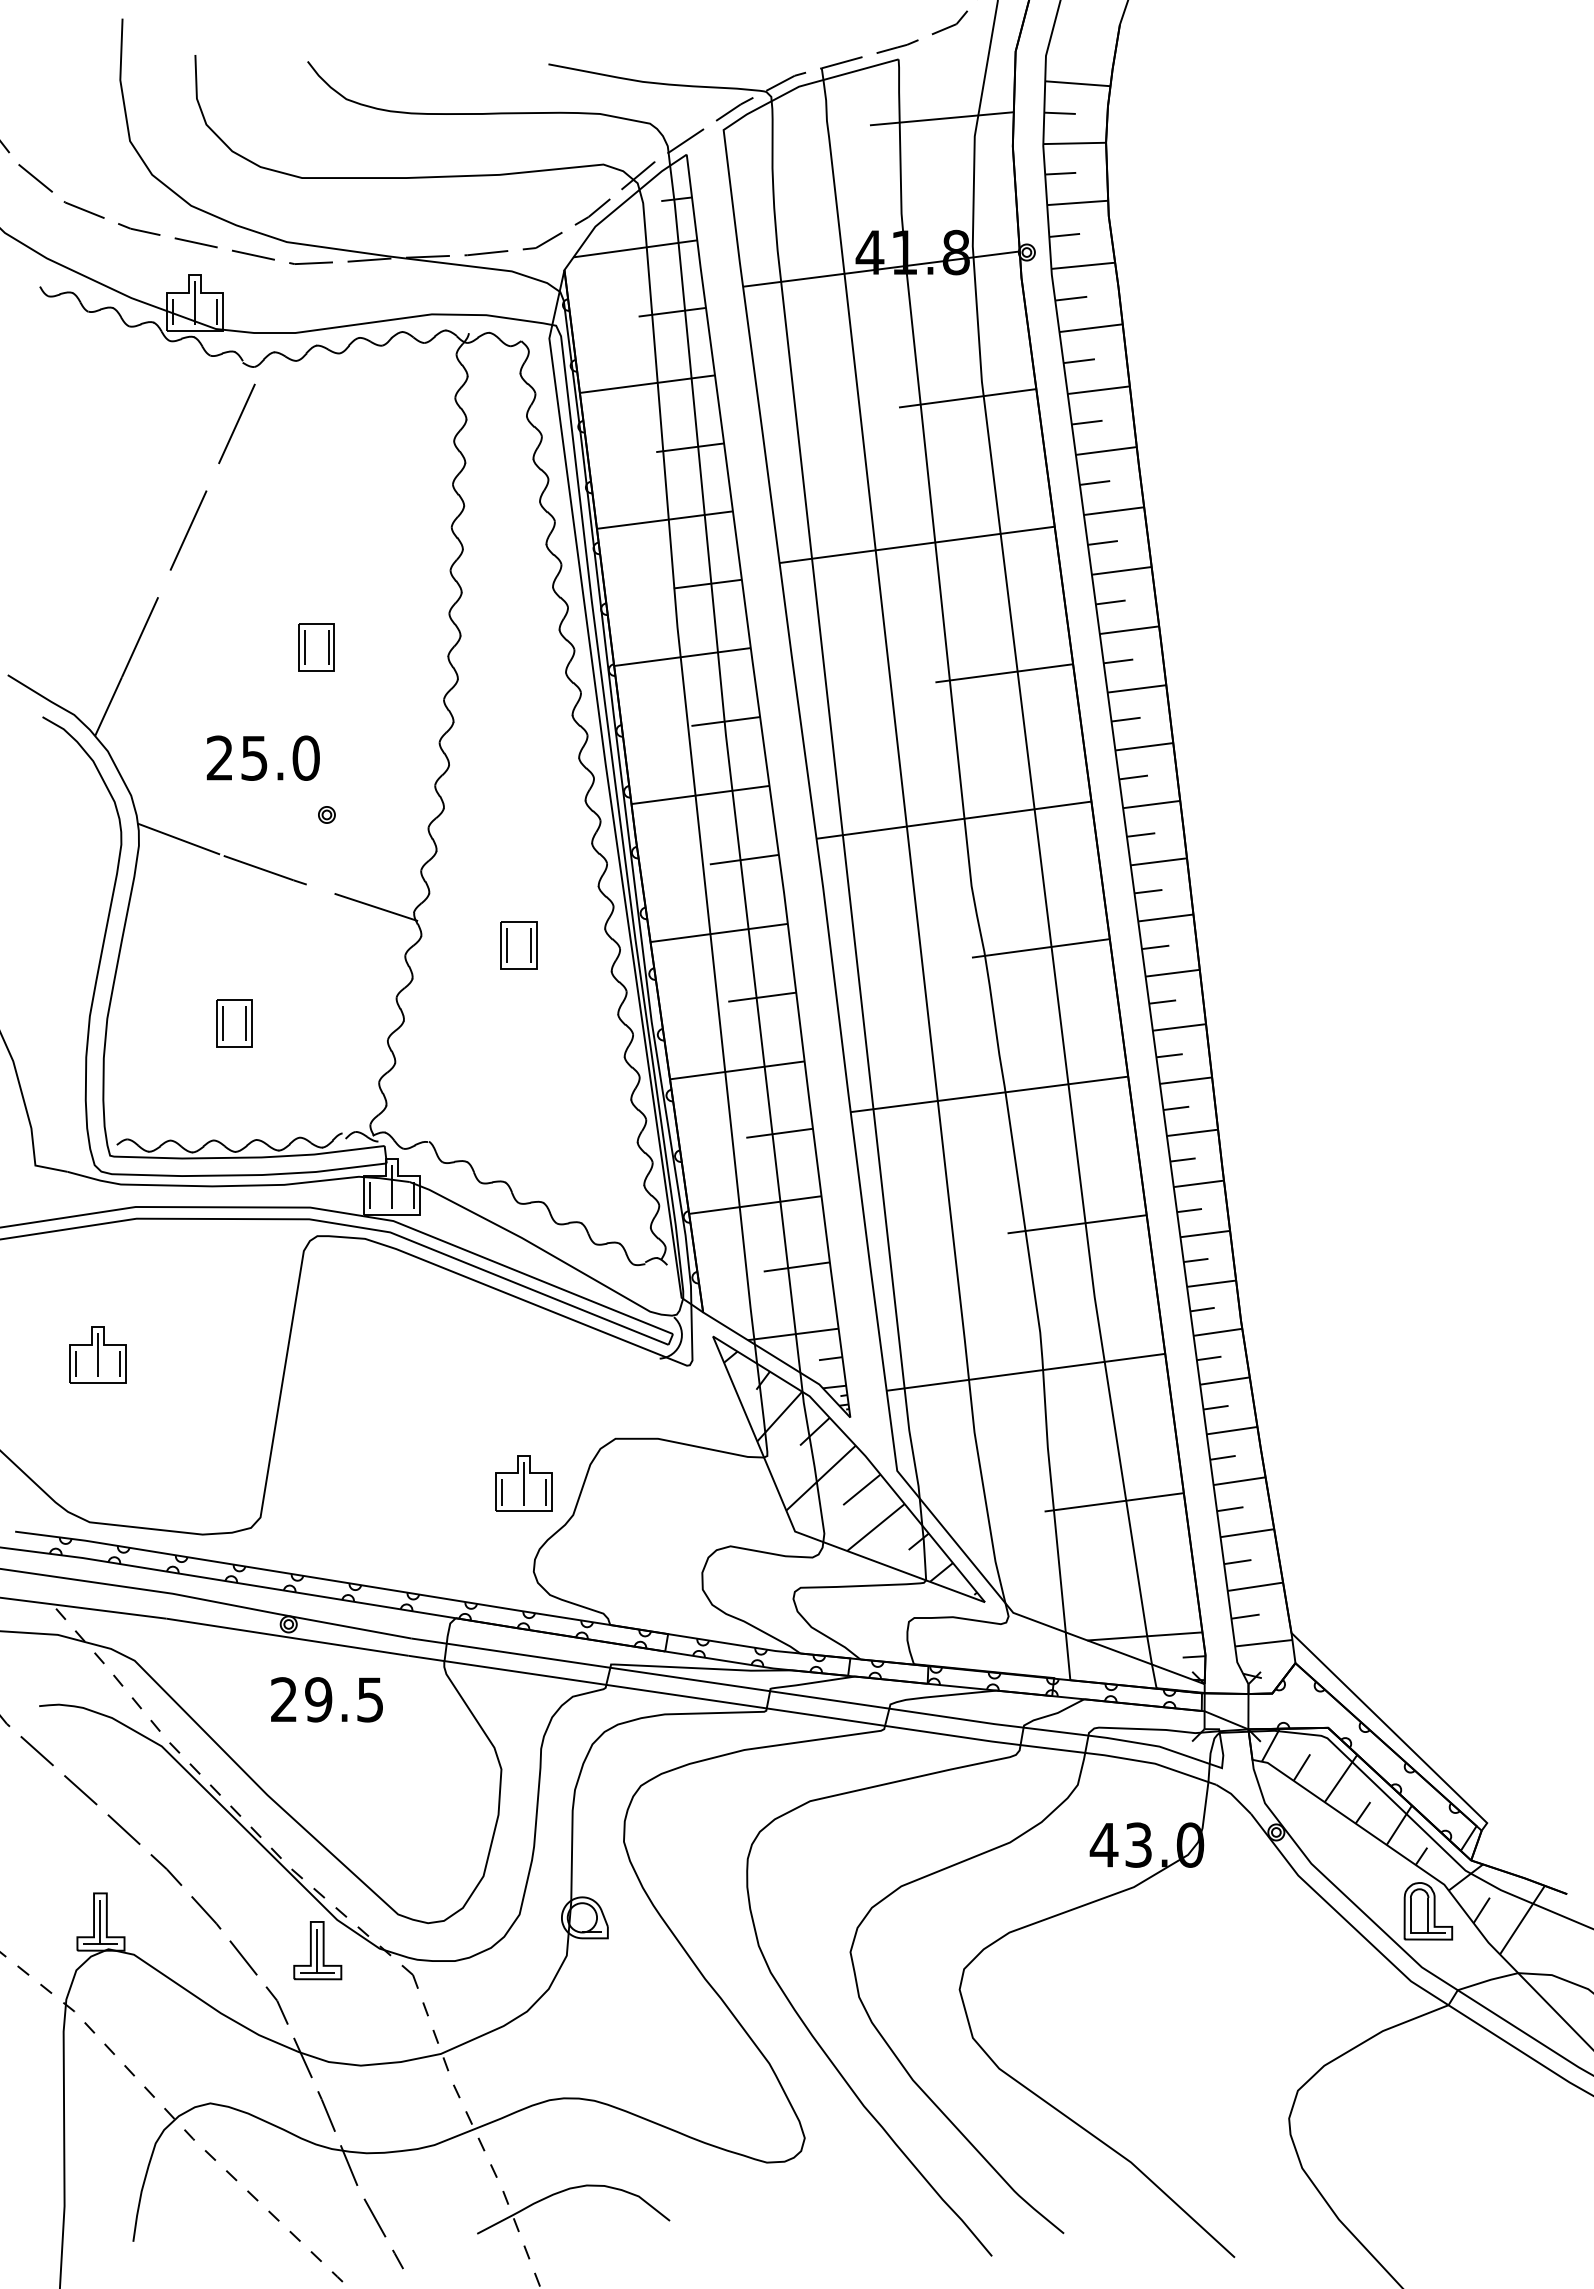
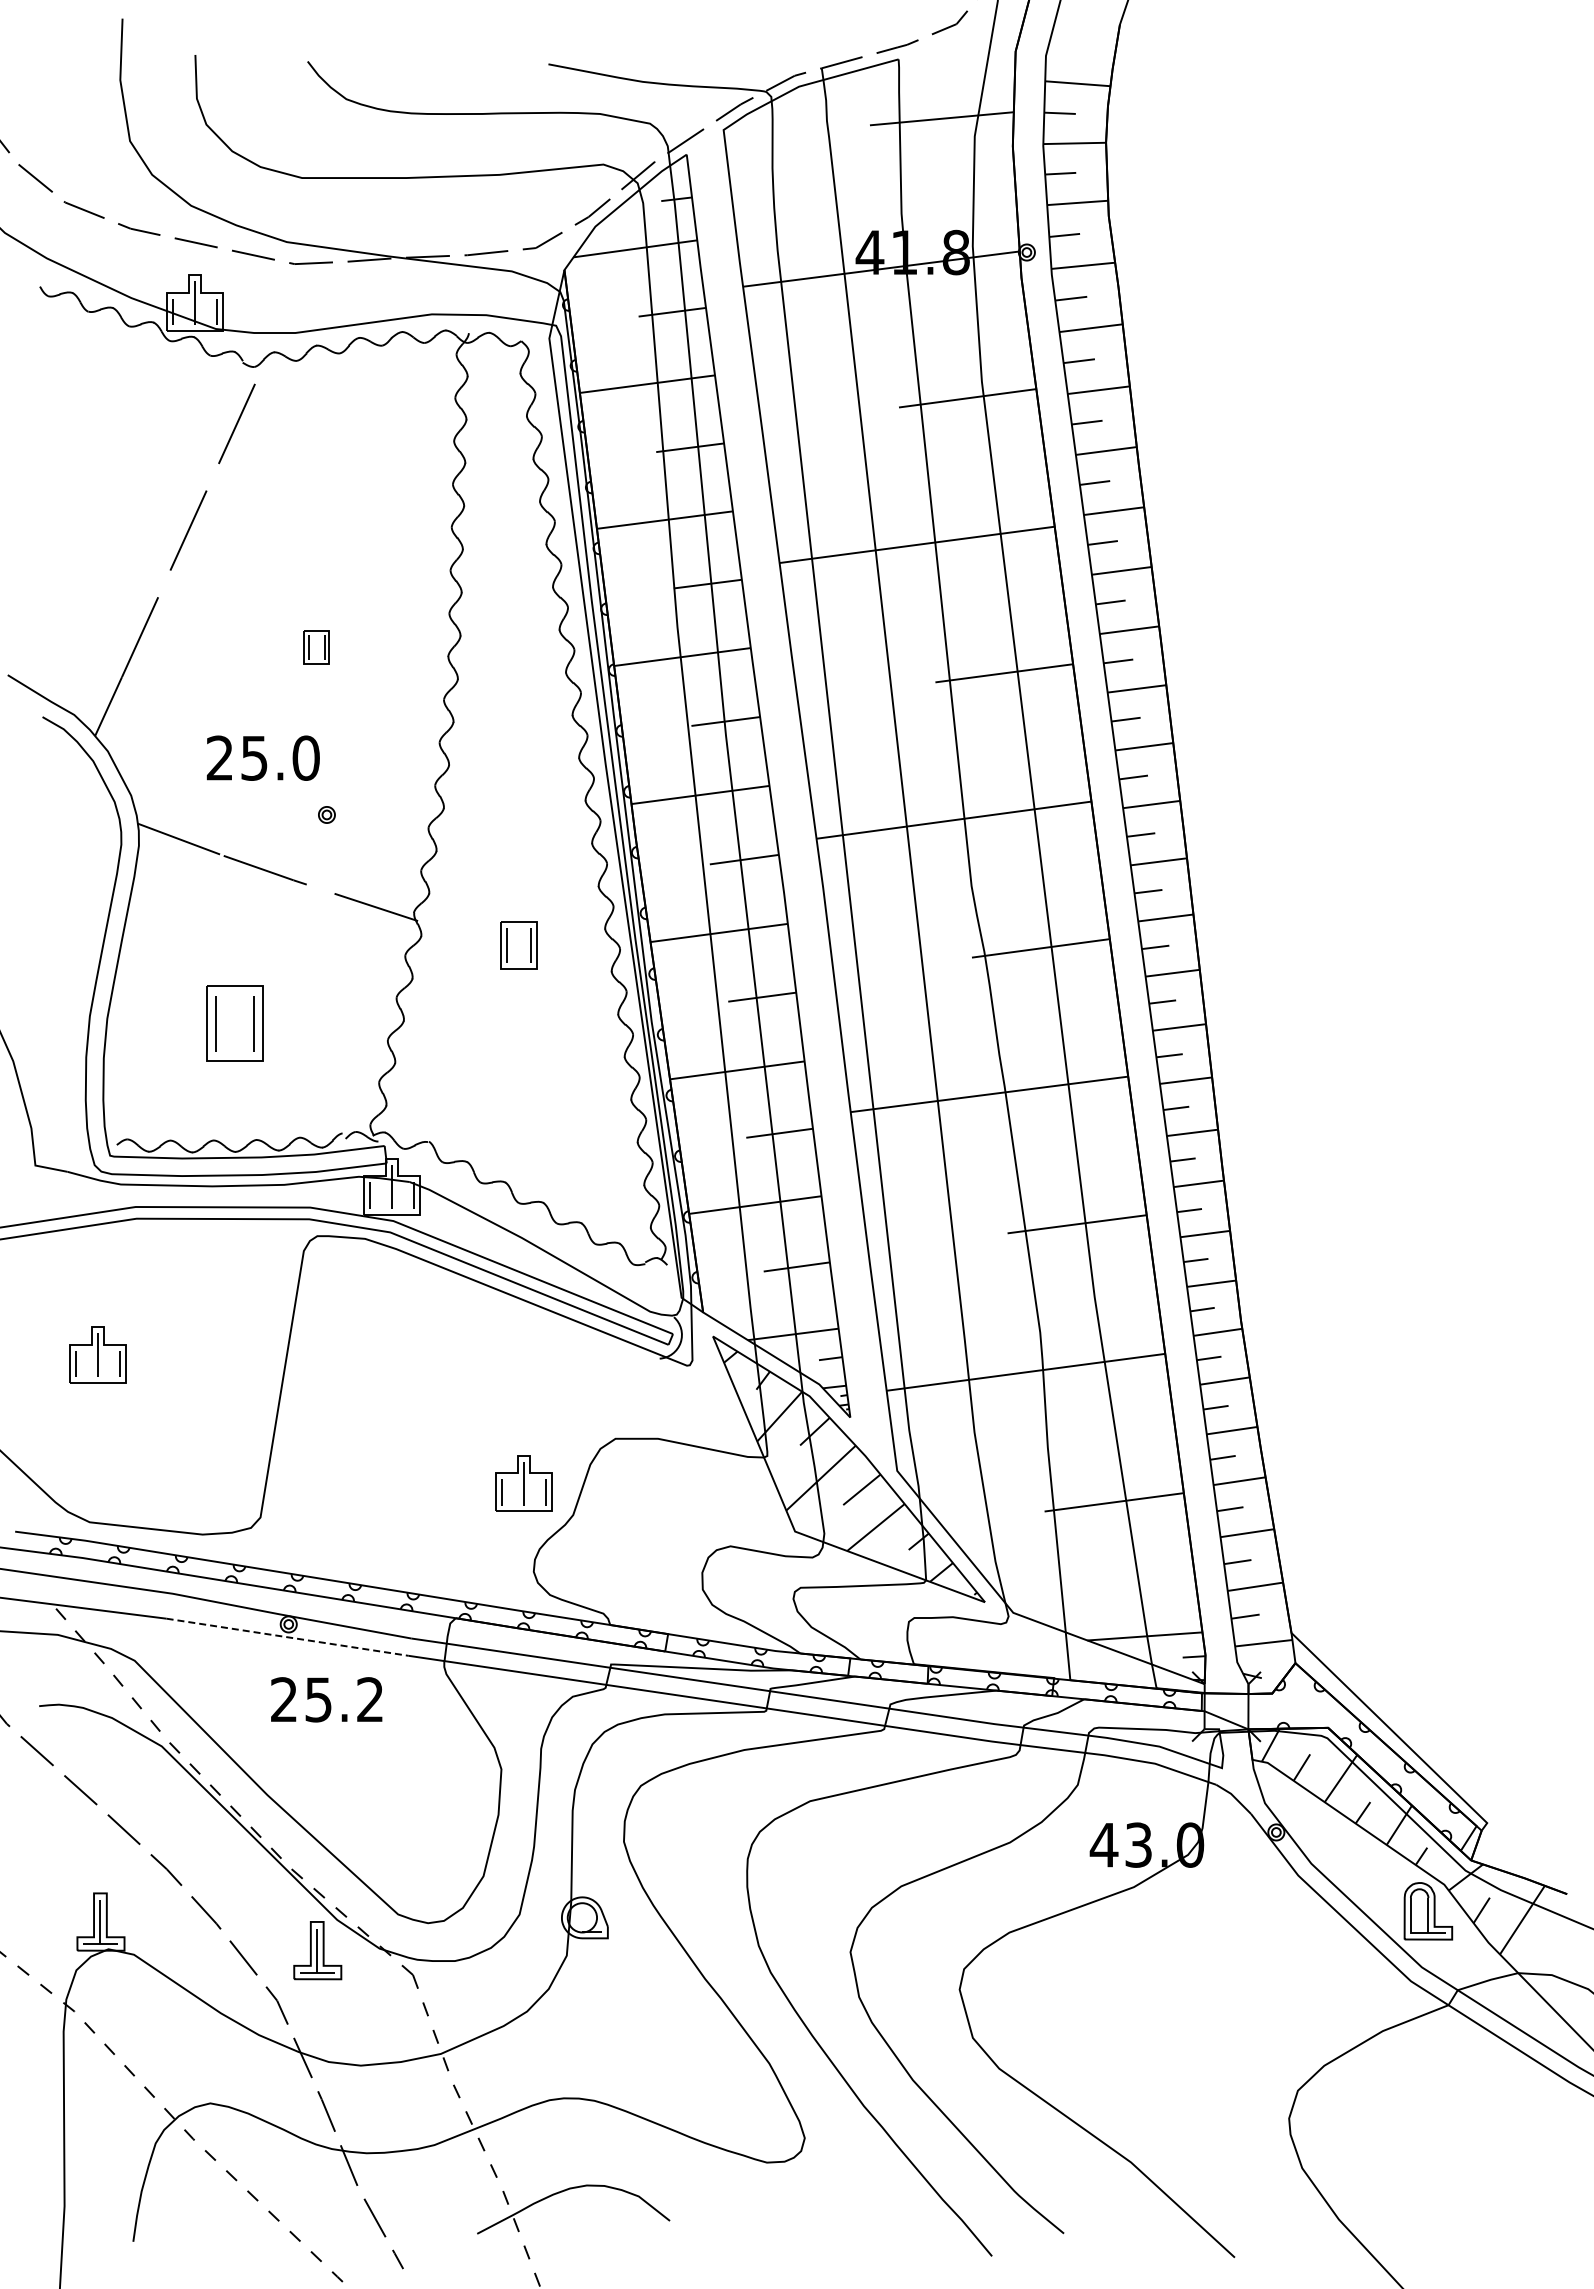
part at (316, 647) size: 37x49 px -> 27x35 px
part at (234, 1023) size: 37x49 px -> 58x77 px
line at (288, 1637): solid -> dashed
text at (343, 1699): 29.5 -> 25.2
